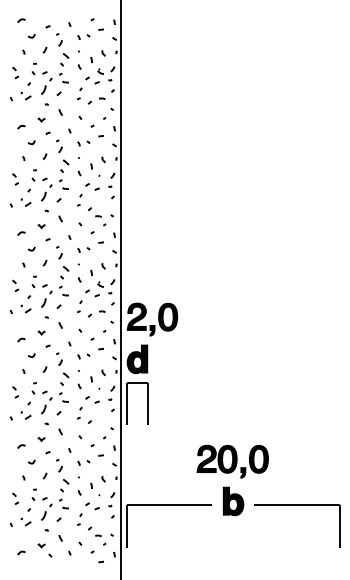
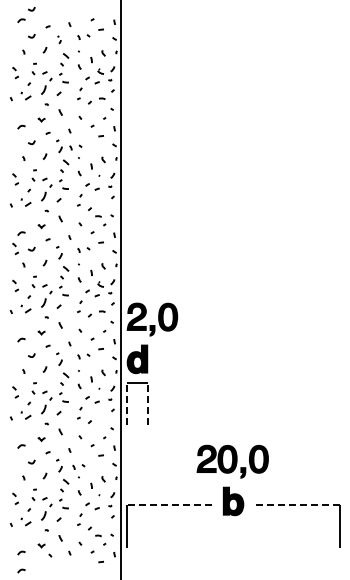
curve at (31, 9): none -> present
part at (59, 39) size: 7x14 px -> 5x10 px
part at (83, 143) position: (83, 143) -> (75, 147)
part at (15, 248): none -> present
line at (126, 403): solid -> dashed
line at (147, 403): solid -> dashed
part at (83, 462) position: (83, 462) -> (78, 466)
line at (169, 505): solid -> dashed
line at (296, 505): solid -> dashed
curve at (21, 570): none -> present
